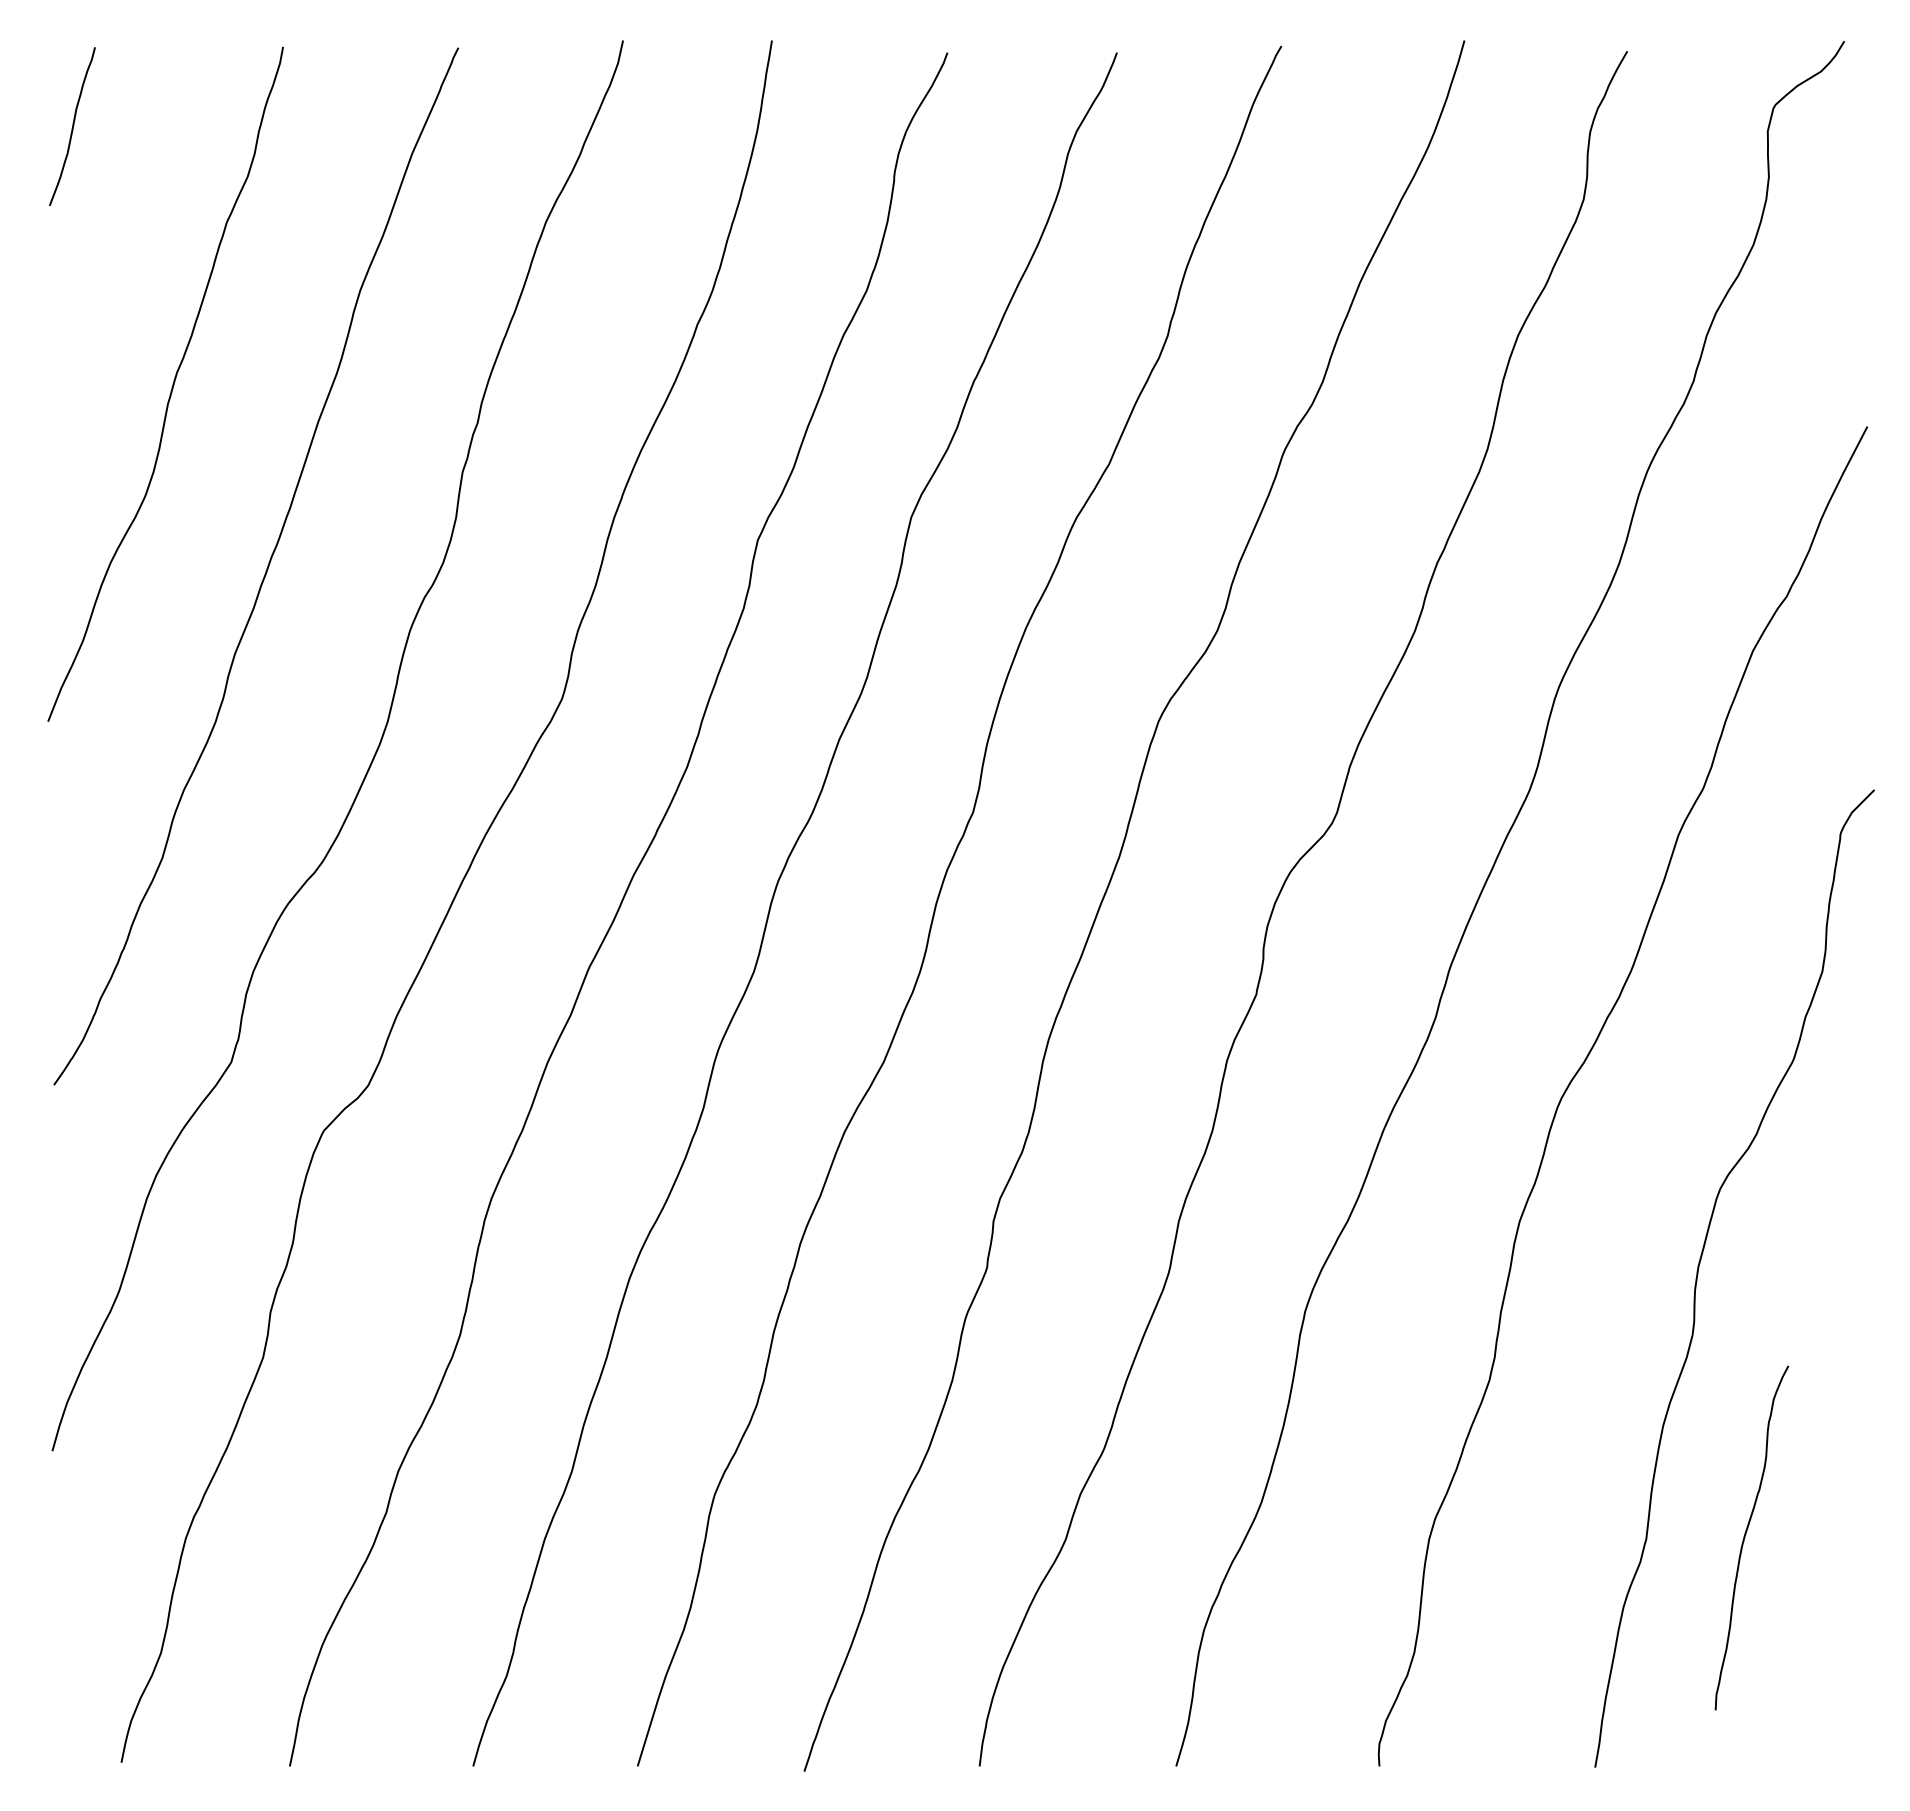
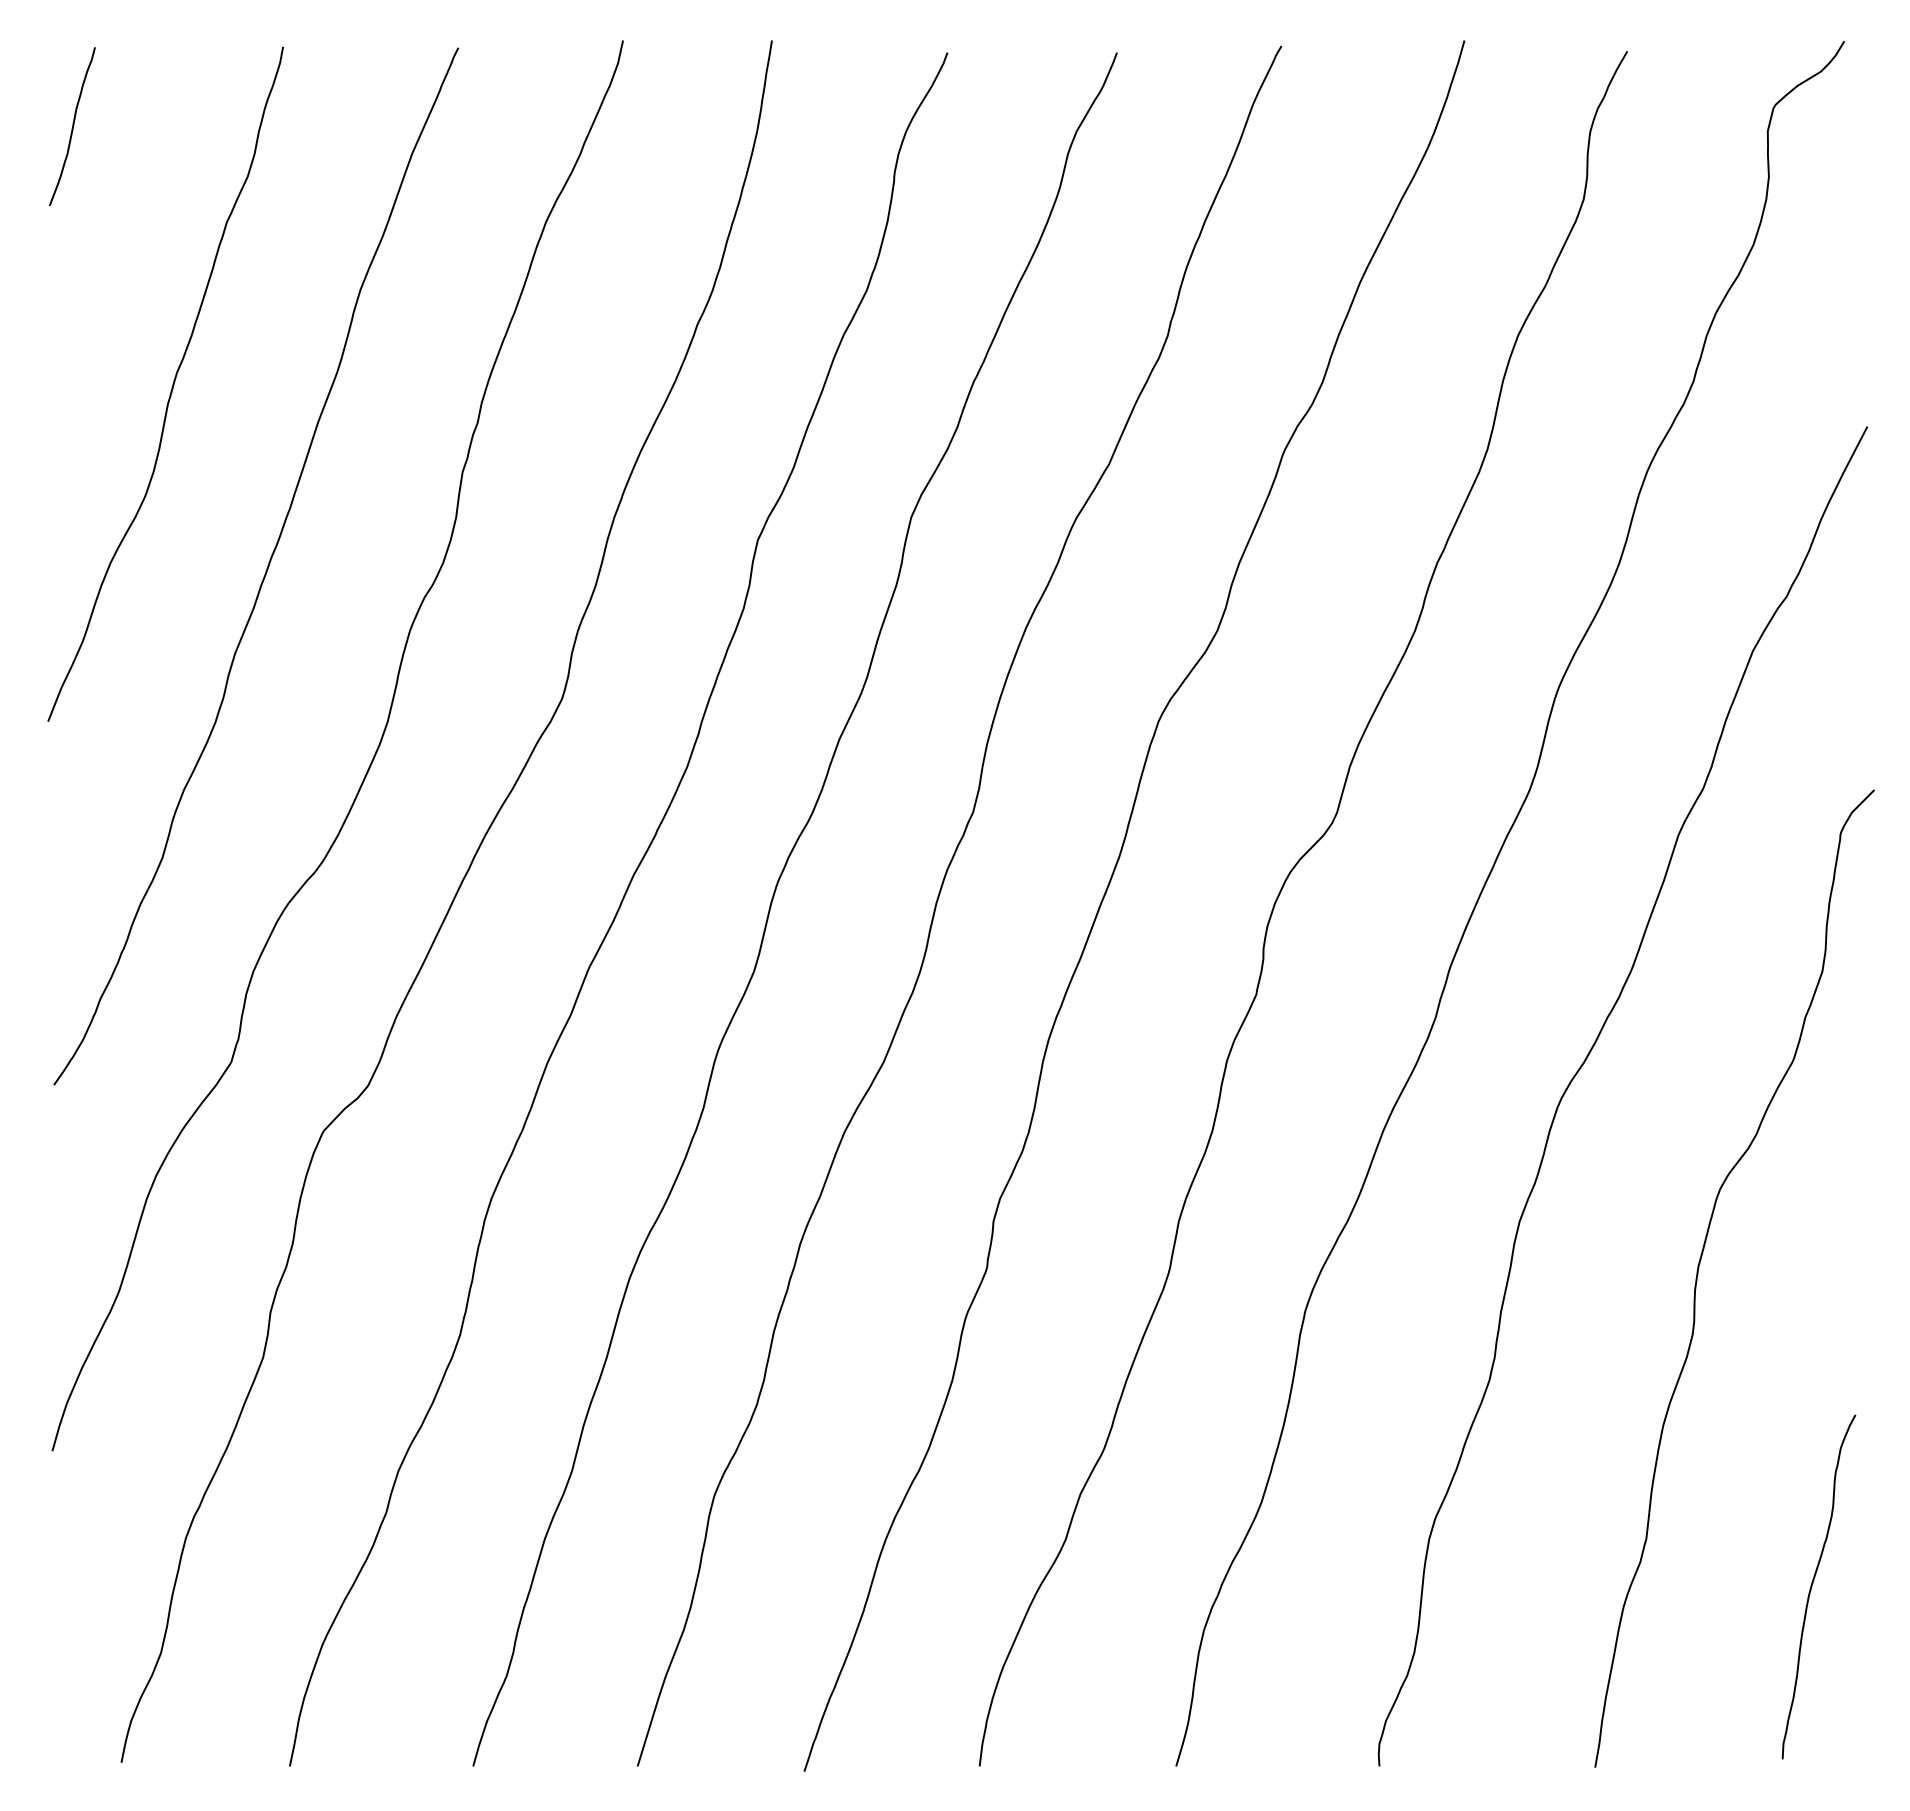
curve at (1746, 1534) position: (1746, 1534) -> (1813, 1583)
